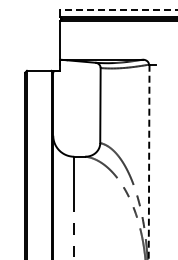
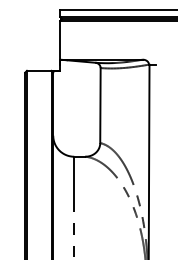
line at (119, 9): dashed -> solid
line at (149, 162): dashed -> solid
